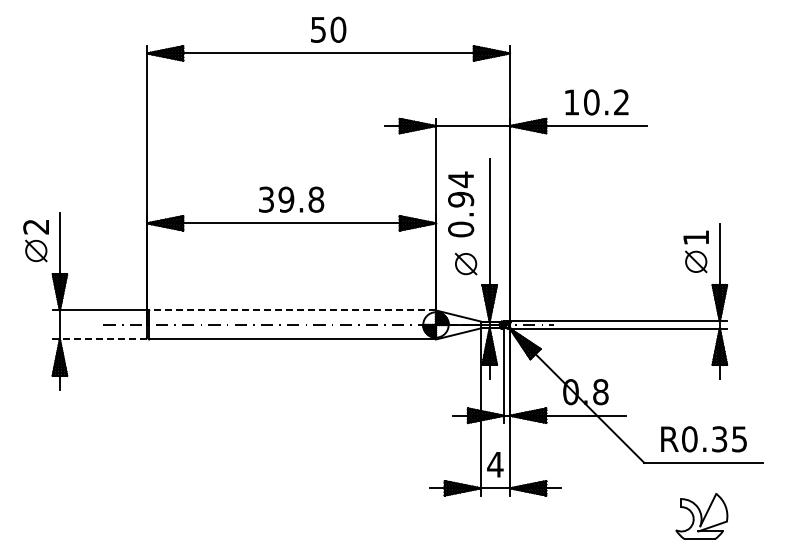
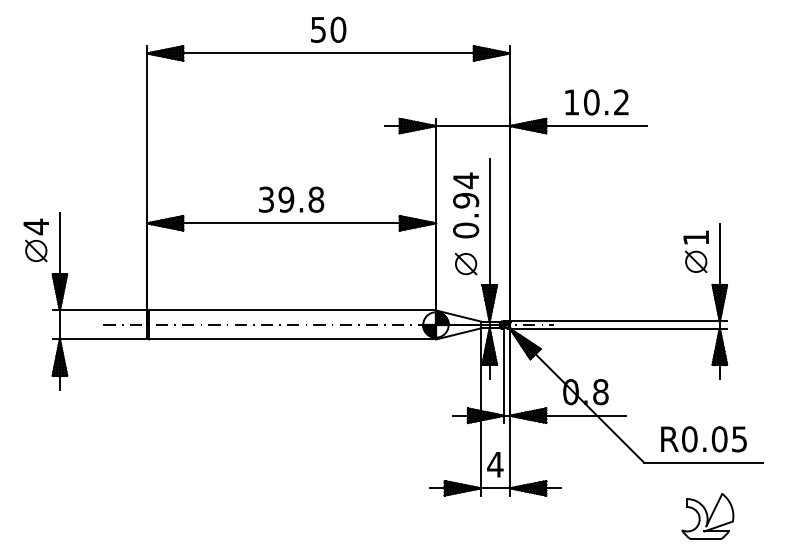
text at (461, 204) position: (461, 204) -> (466, 205)
text at (35, 226): 2 -> 4
line at (292, 310): dashed -> solid
line at (103, 339): dashed -> solid
text at (719, 439): R0.35 -> R0.05
part at (701, 516) position: (701, 516) -> (707, 516)
